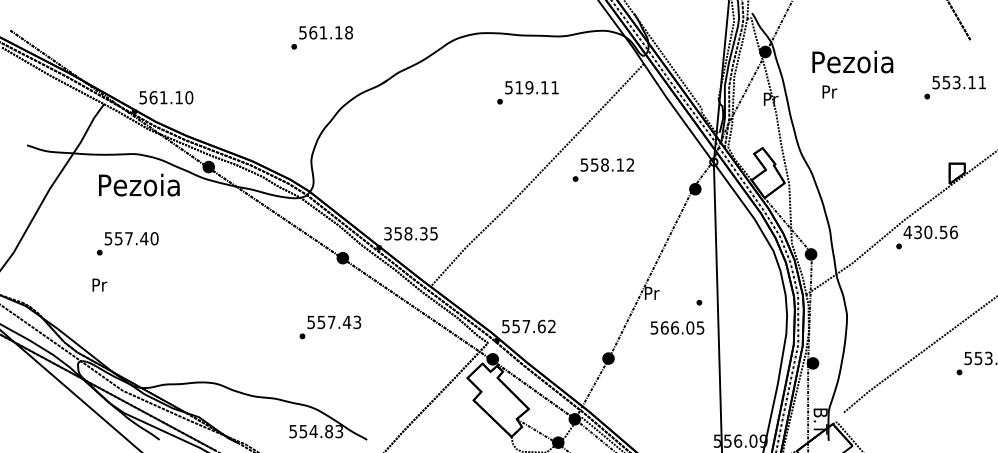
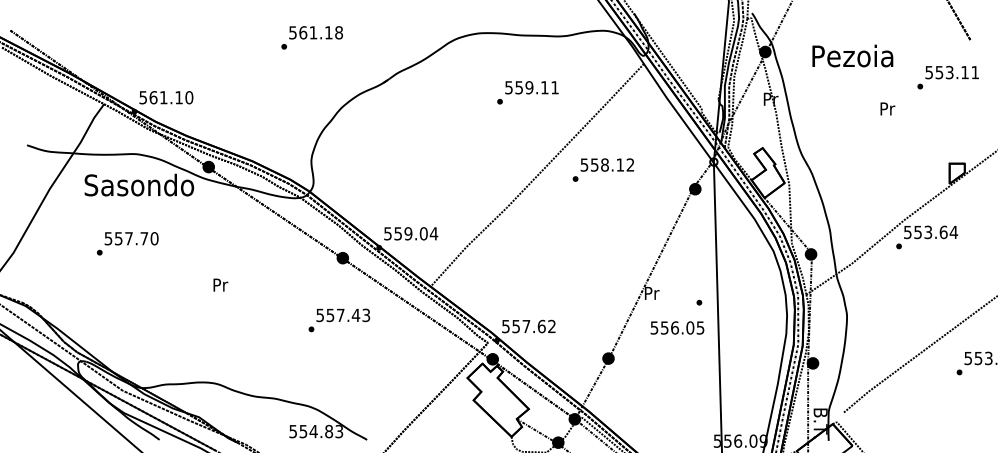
text at (321, 37) position: (321, 37) -> (311, 37)
text at (852, 61) position: (852, 61) -> (852, 55)
text at (518, 87): 519.11 -> 559.11
text at (954, 87) position: (954, 87) -> (947, 77)
text at (829, 91) position: (829, 91) -> (887, 108)
text at (139, 184): Pezoia -> Sasondo
text at (930, 232): 430.56 -> 553.64
text at (411, 233): 358.35 -> 559.04
text at (144, 238): 557.40 -> 557.70
text at (99, 284) position: (99, 284) -> (220, 284)
text at (330, 327) position: (330, 327) -> (339, 320)
text at (664, 327): 566.05 -> 556.05
